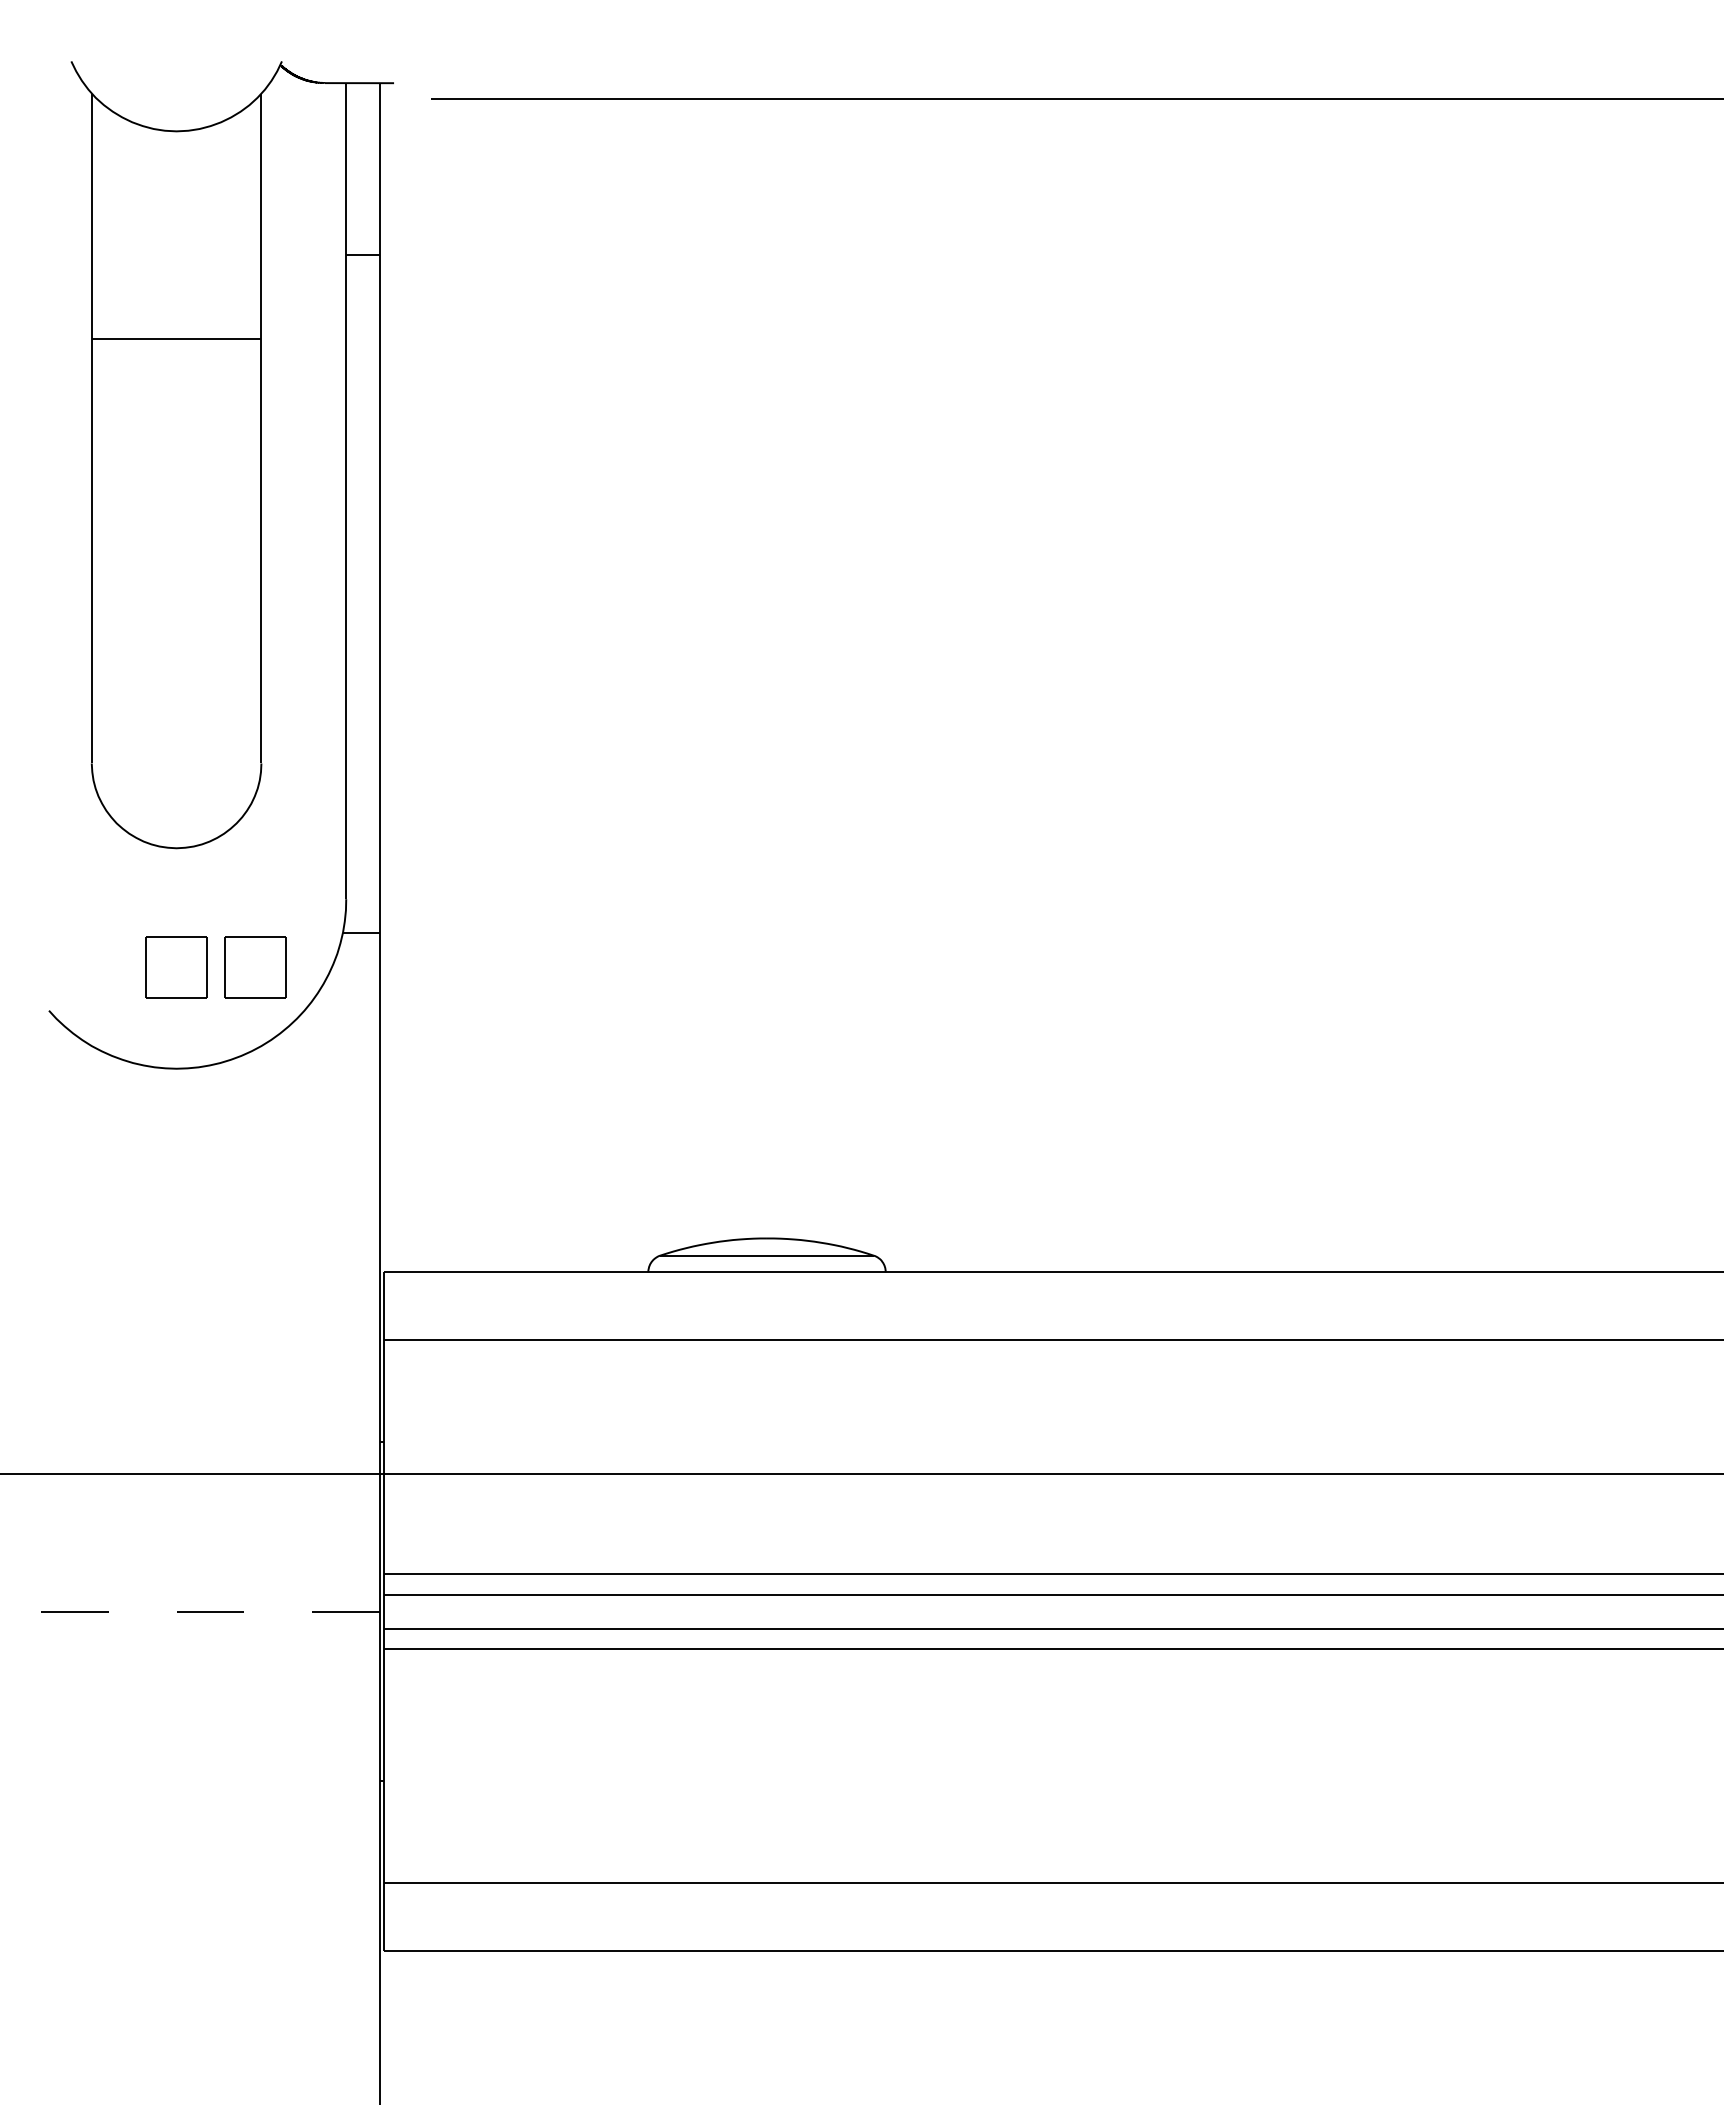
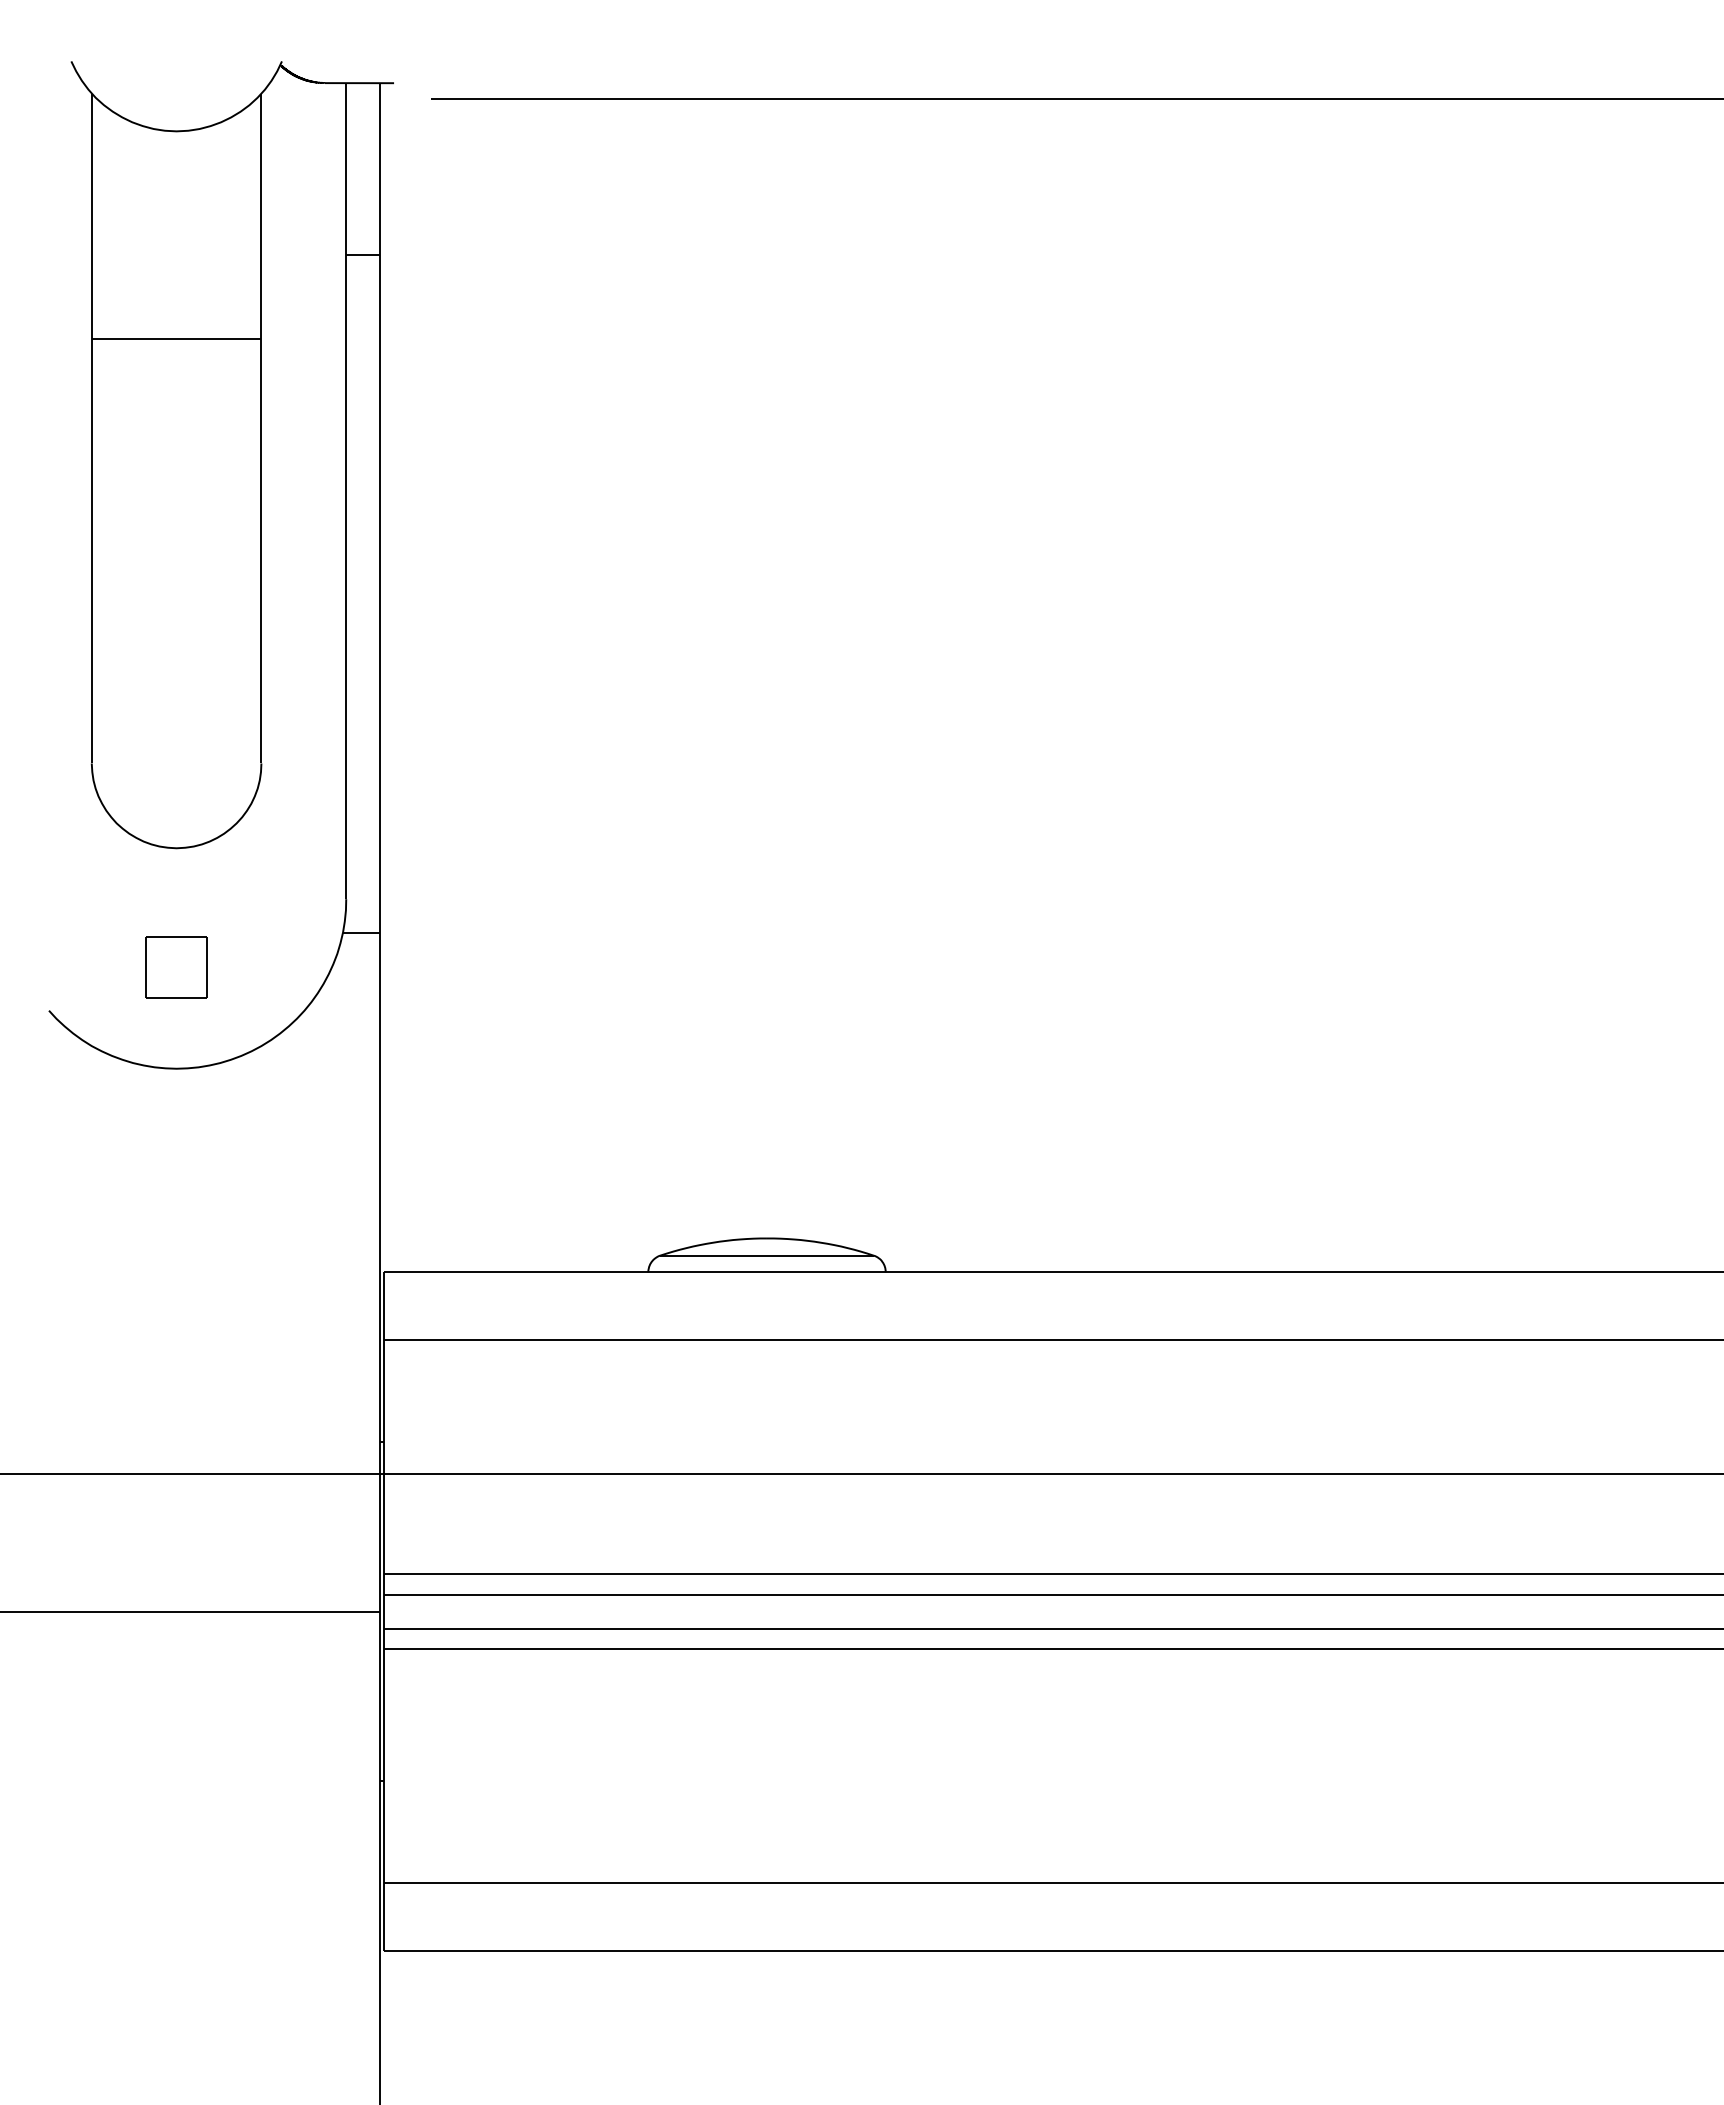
part at (255, 967): present -> none
line at (190, 1611): dashed -> solid
